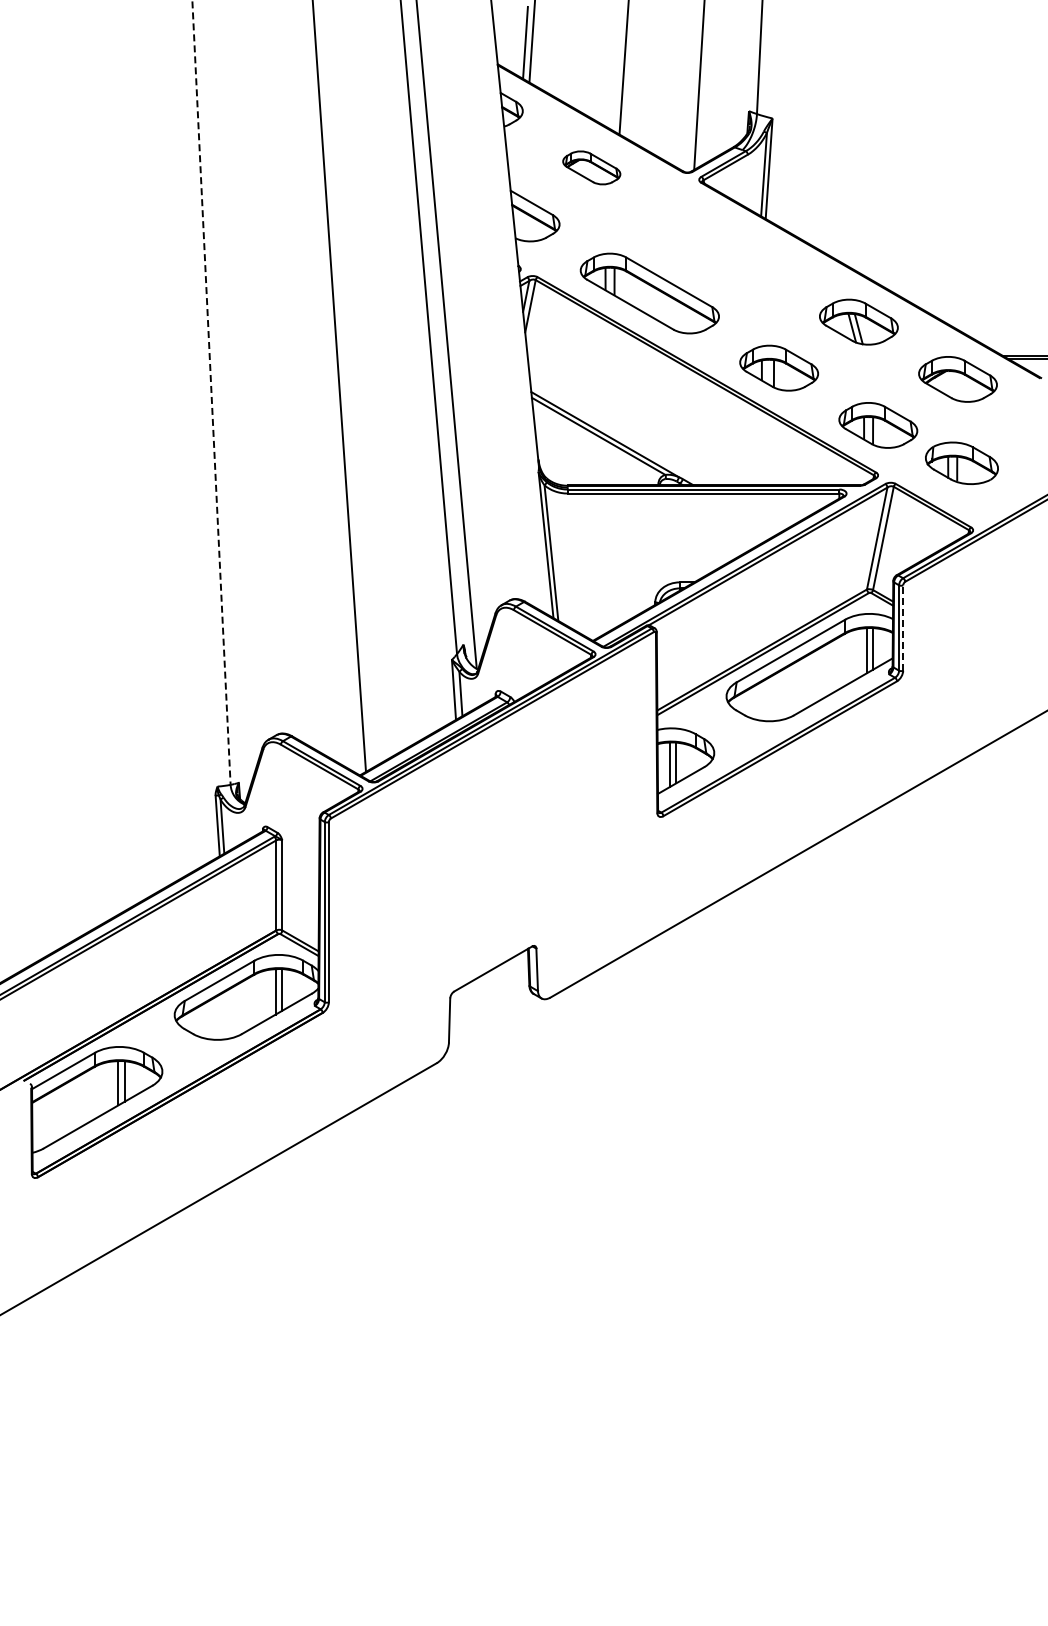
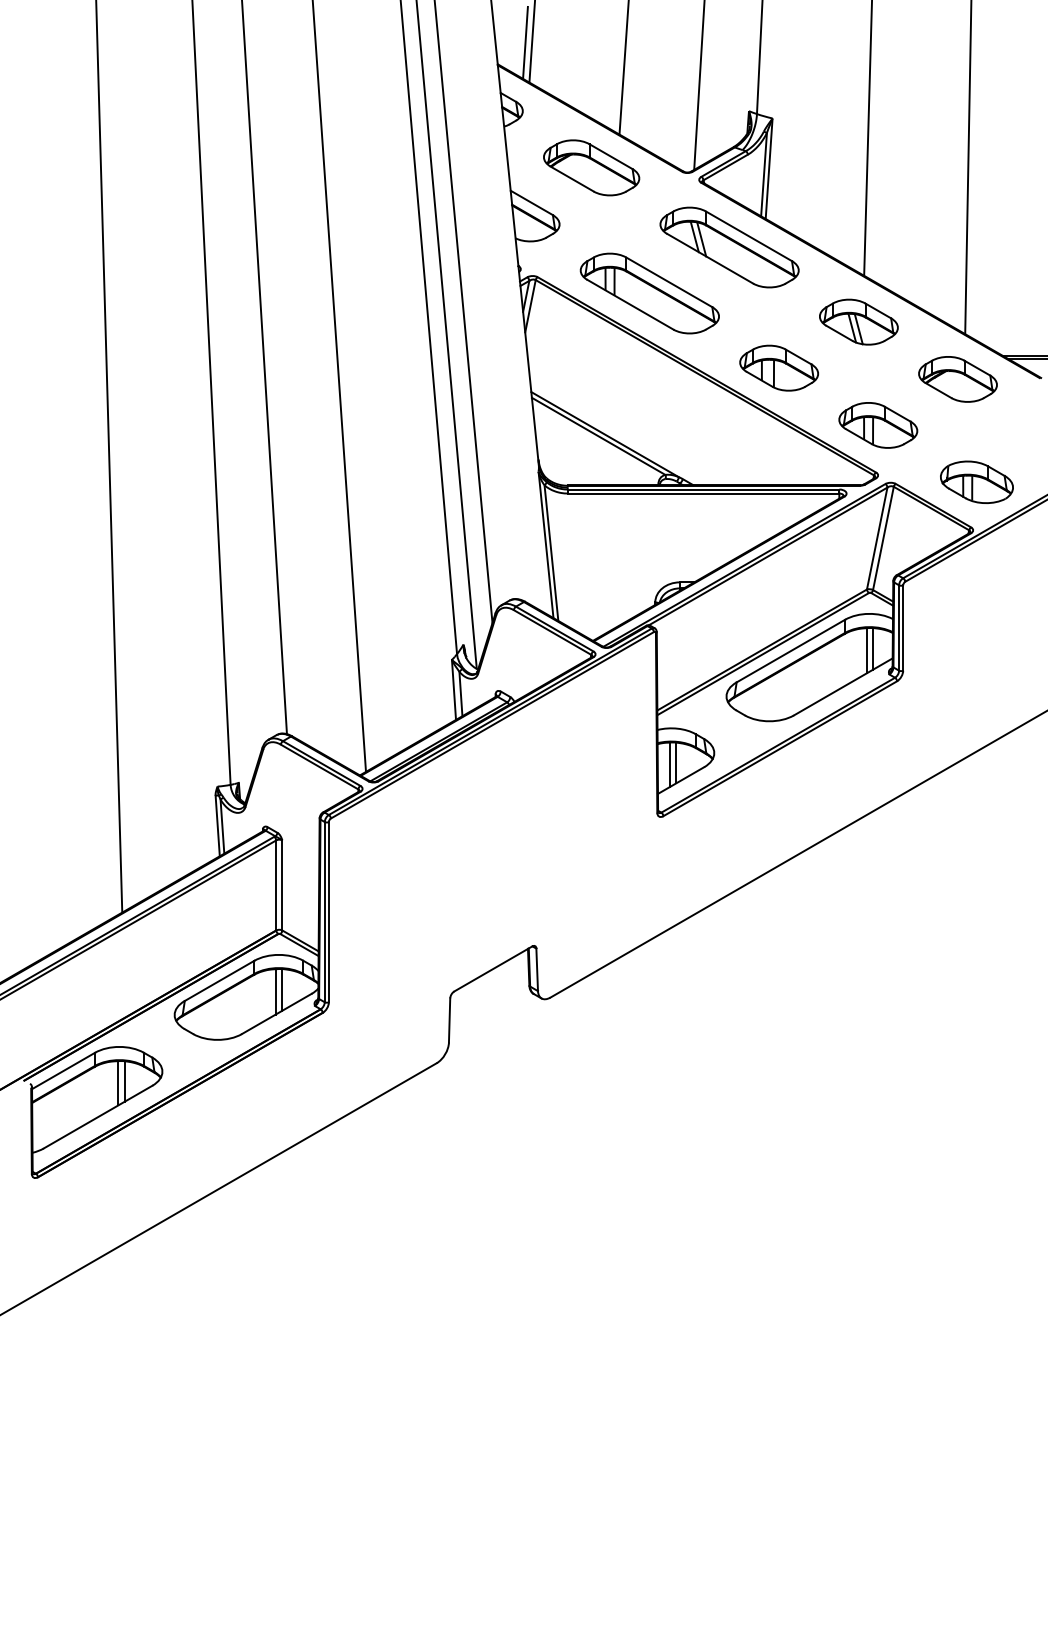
line at (867, 138): none -> present
part at (591, 167) size: 60x36 px -> 98x58 px
line at (968, 168): none -> present
part at (729, 247): none -> present
line at (463, 312): none -> present
line at (264, 368): none -> present
line at (211, 392): dashed -> solid
line at (109, 457): none -> present
part at (961, 462) position: (961, 462) -> (976, 481)
line at (903, 628): dashed -> solid
